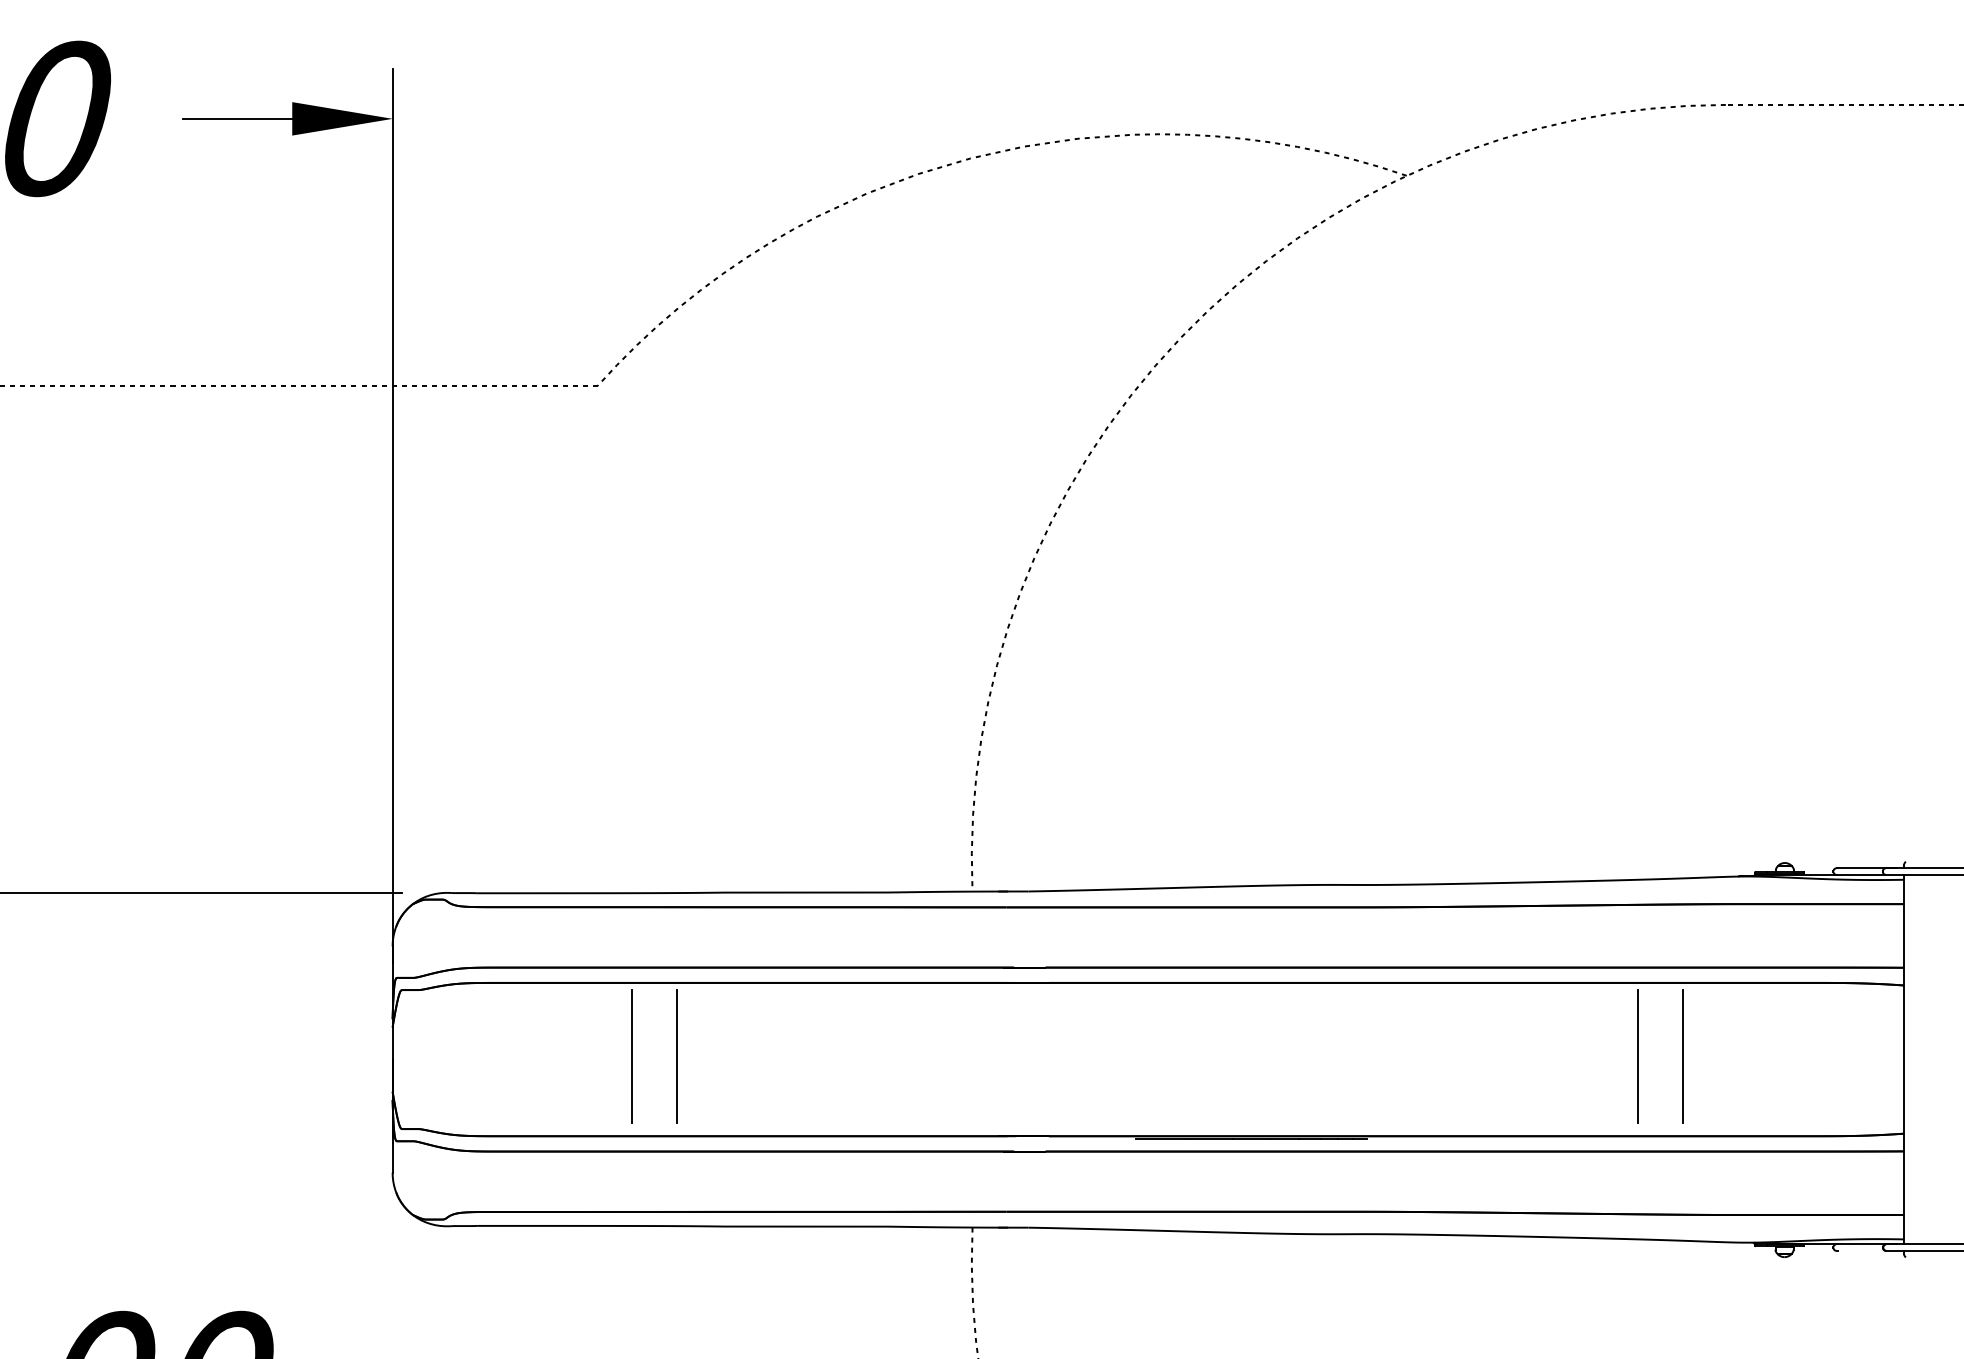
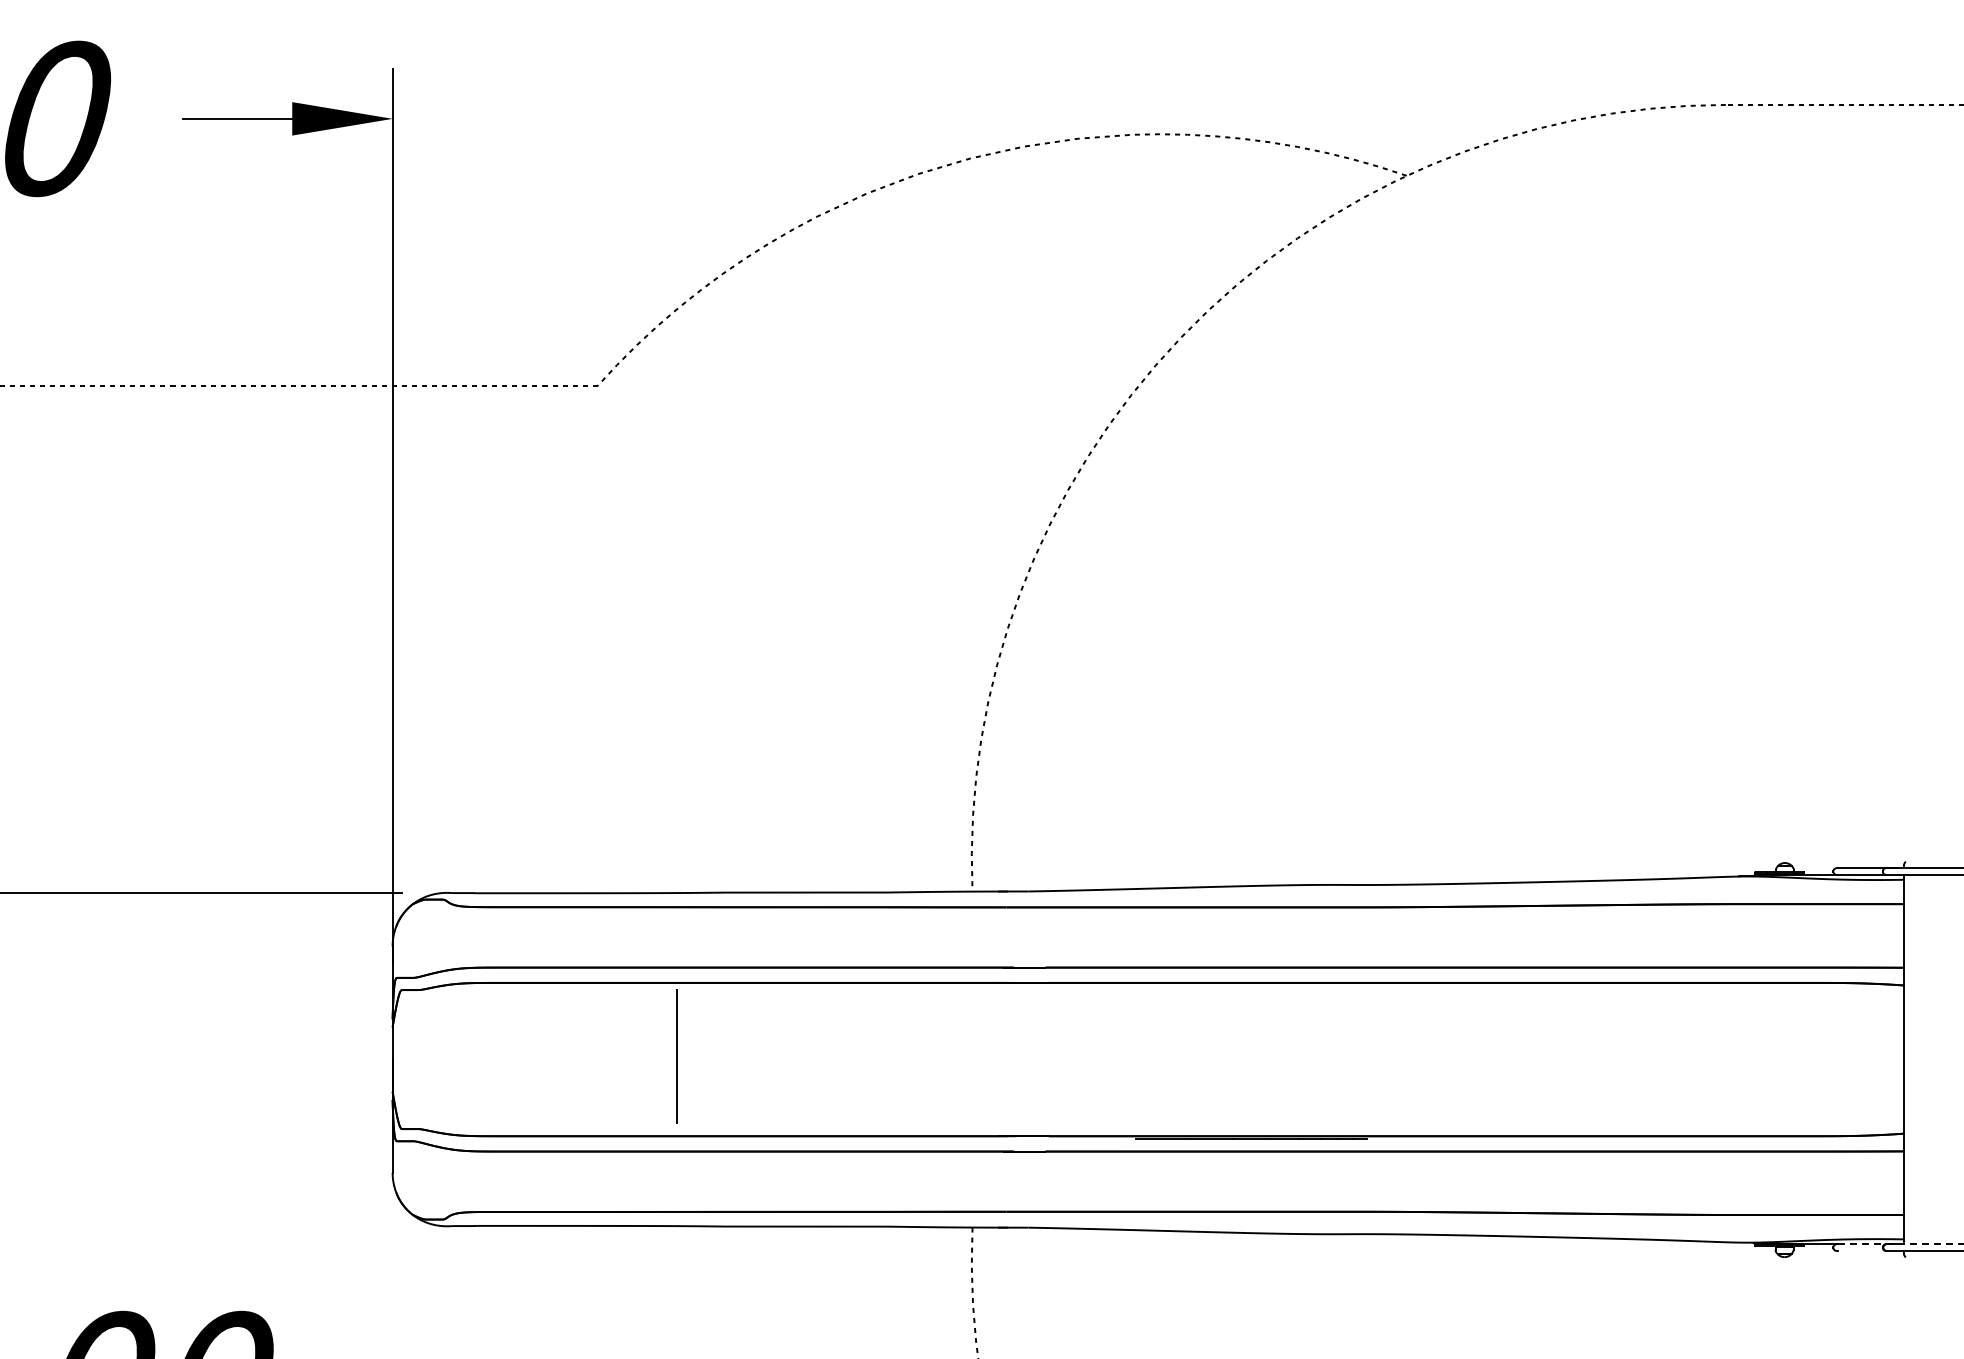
line at (631, 1056): present -> none
line at (1638, 1056): present -> none
line at (1683, 1056): present -> none
line at (1900, 1244): solid -> dashed
